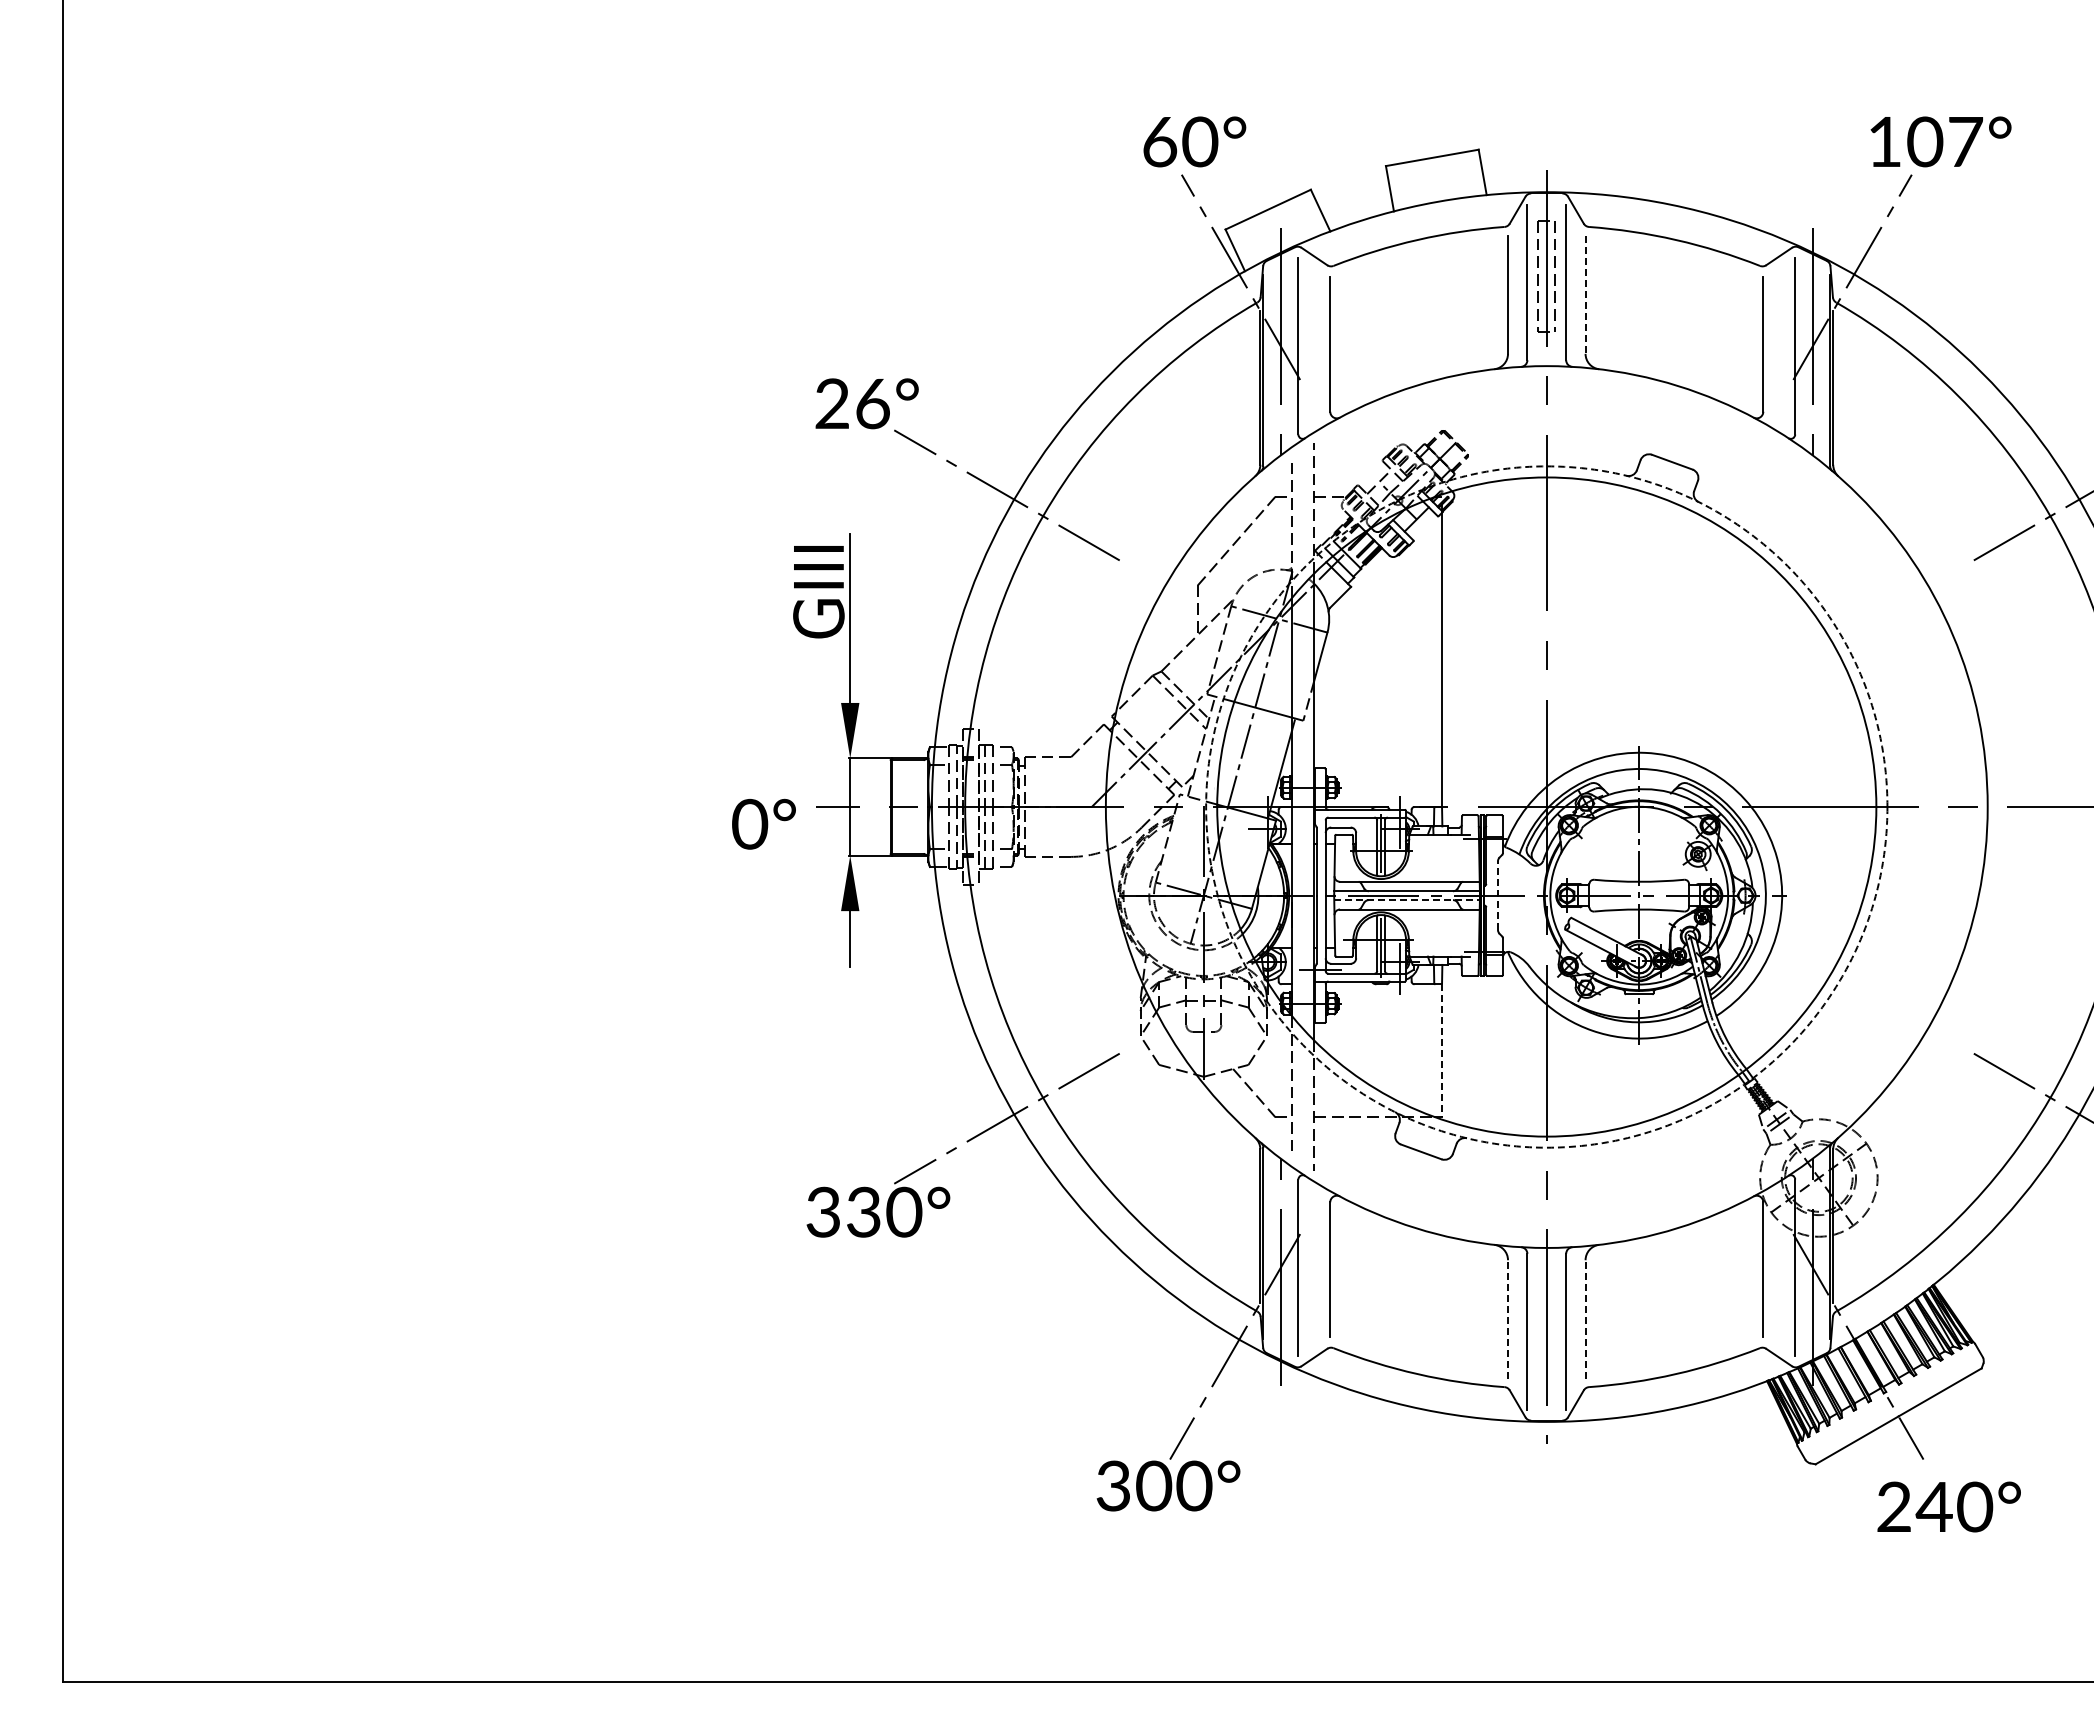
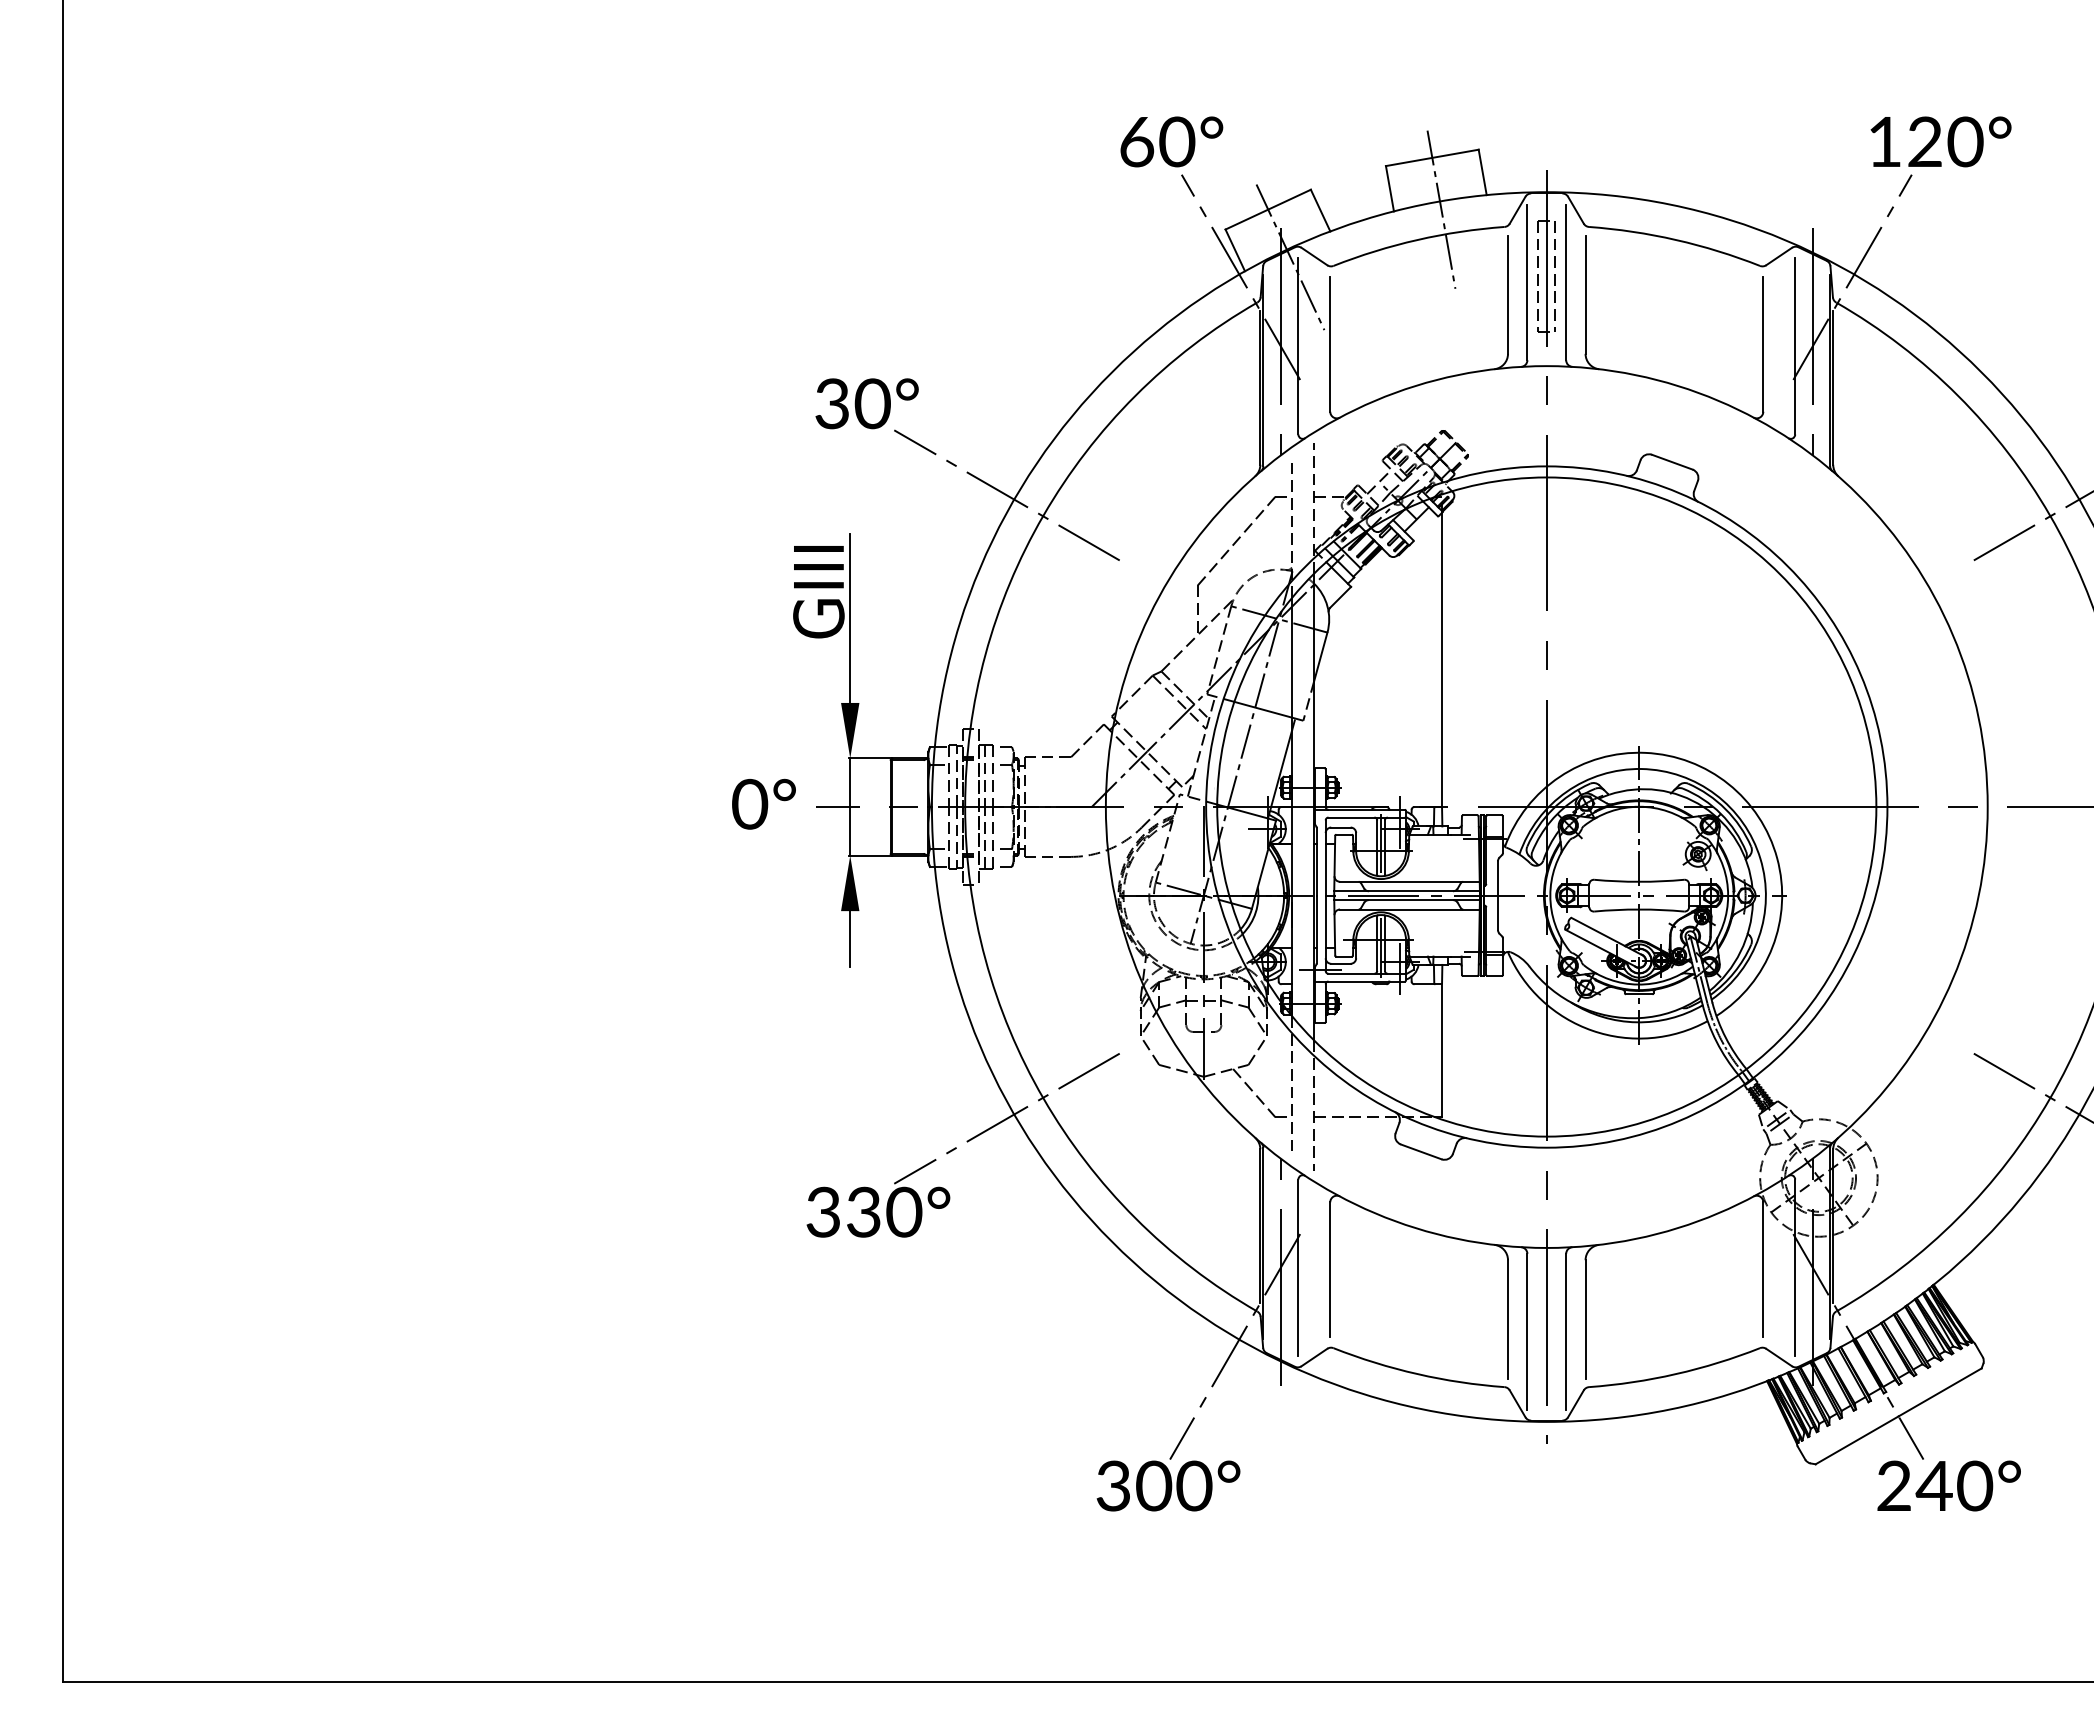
text at (1194, 141) position: (1194, 141) -> (1171, 141)
text at (1945, 141): 107° -> 120°
line at (1441, 209): none -> present
line at (1290, 257): none -> present
line at (1585, 295): dashed -> solid
text at (852, 403): 26° -> 30°
circle at (1546, 806): dashed -> solid
text at (763, 823) position: (763, 823) -> (763, 803)
line at (1497, 895): dashed -> solid
line at (1407, 900): dashed -> solid
line at (1441, 1050): dashed -> solid
line at (1508, 1318): dashed -> solid
line at (1585, 1318): dashed -> solid
text at (1948, 1506) position: (1948, 1506) -> (1948, 1485)
